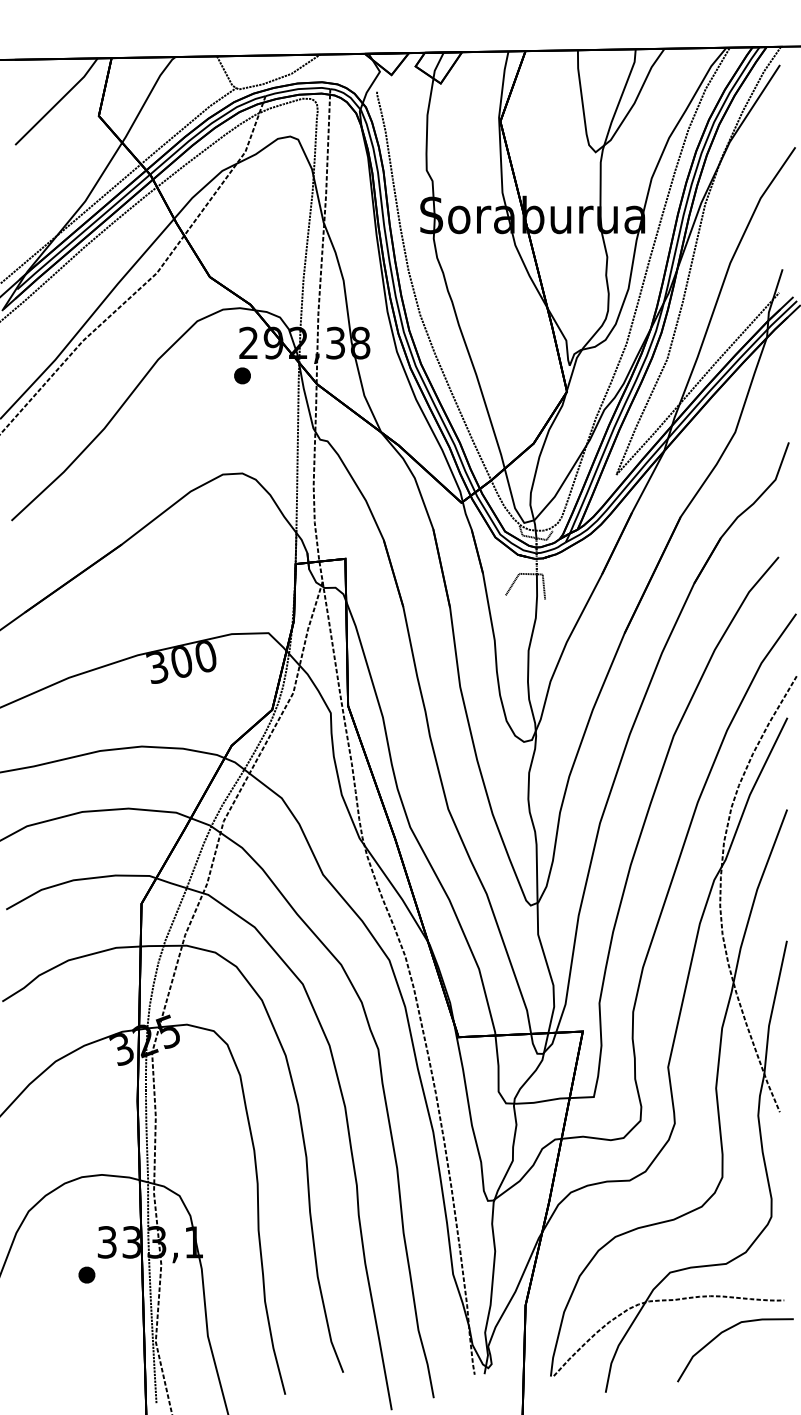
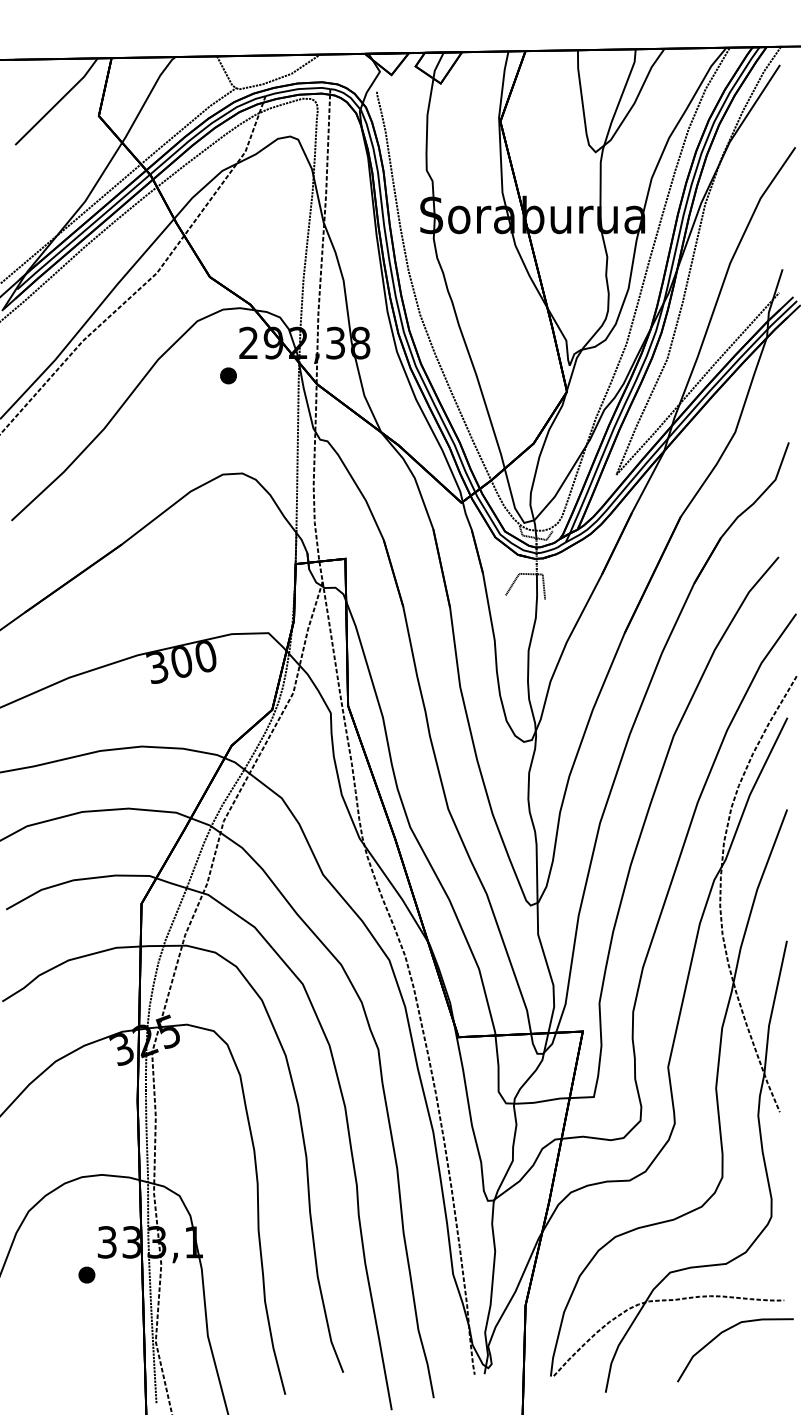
part at (242, 375) position: (242, 375) -> (228, 375)
